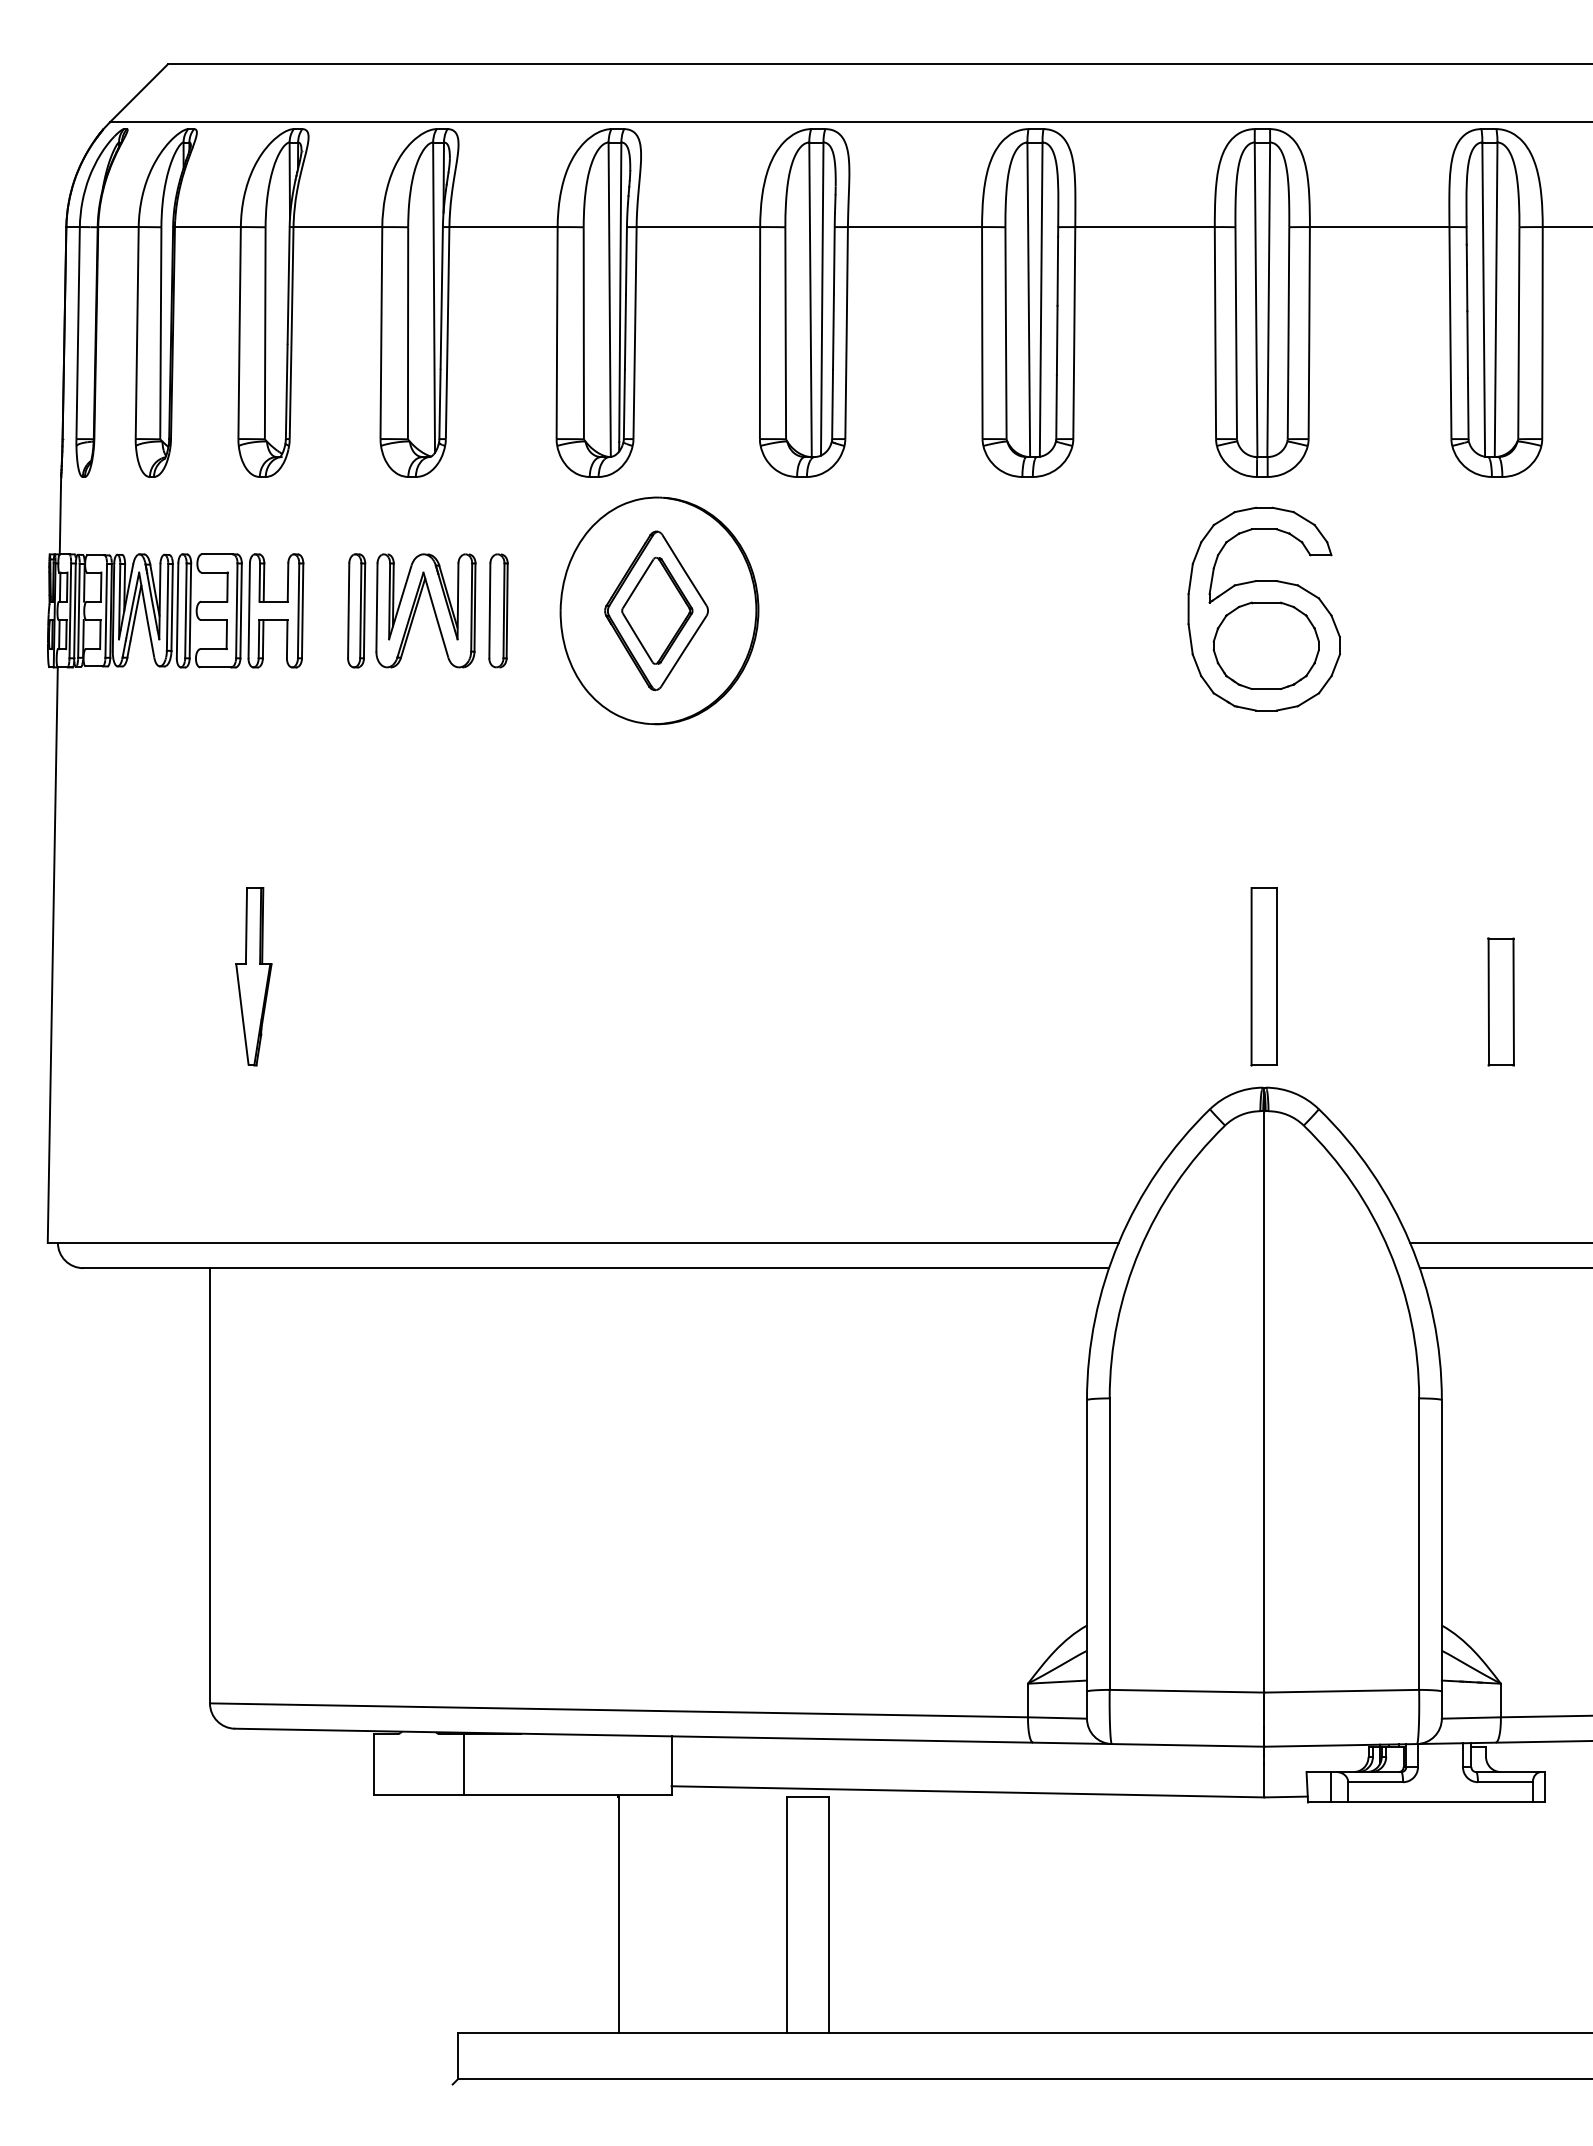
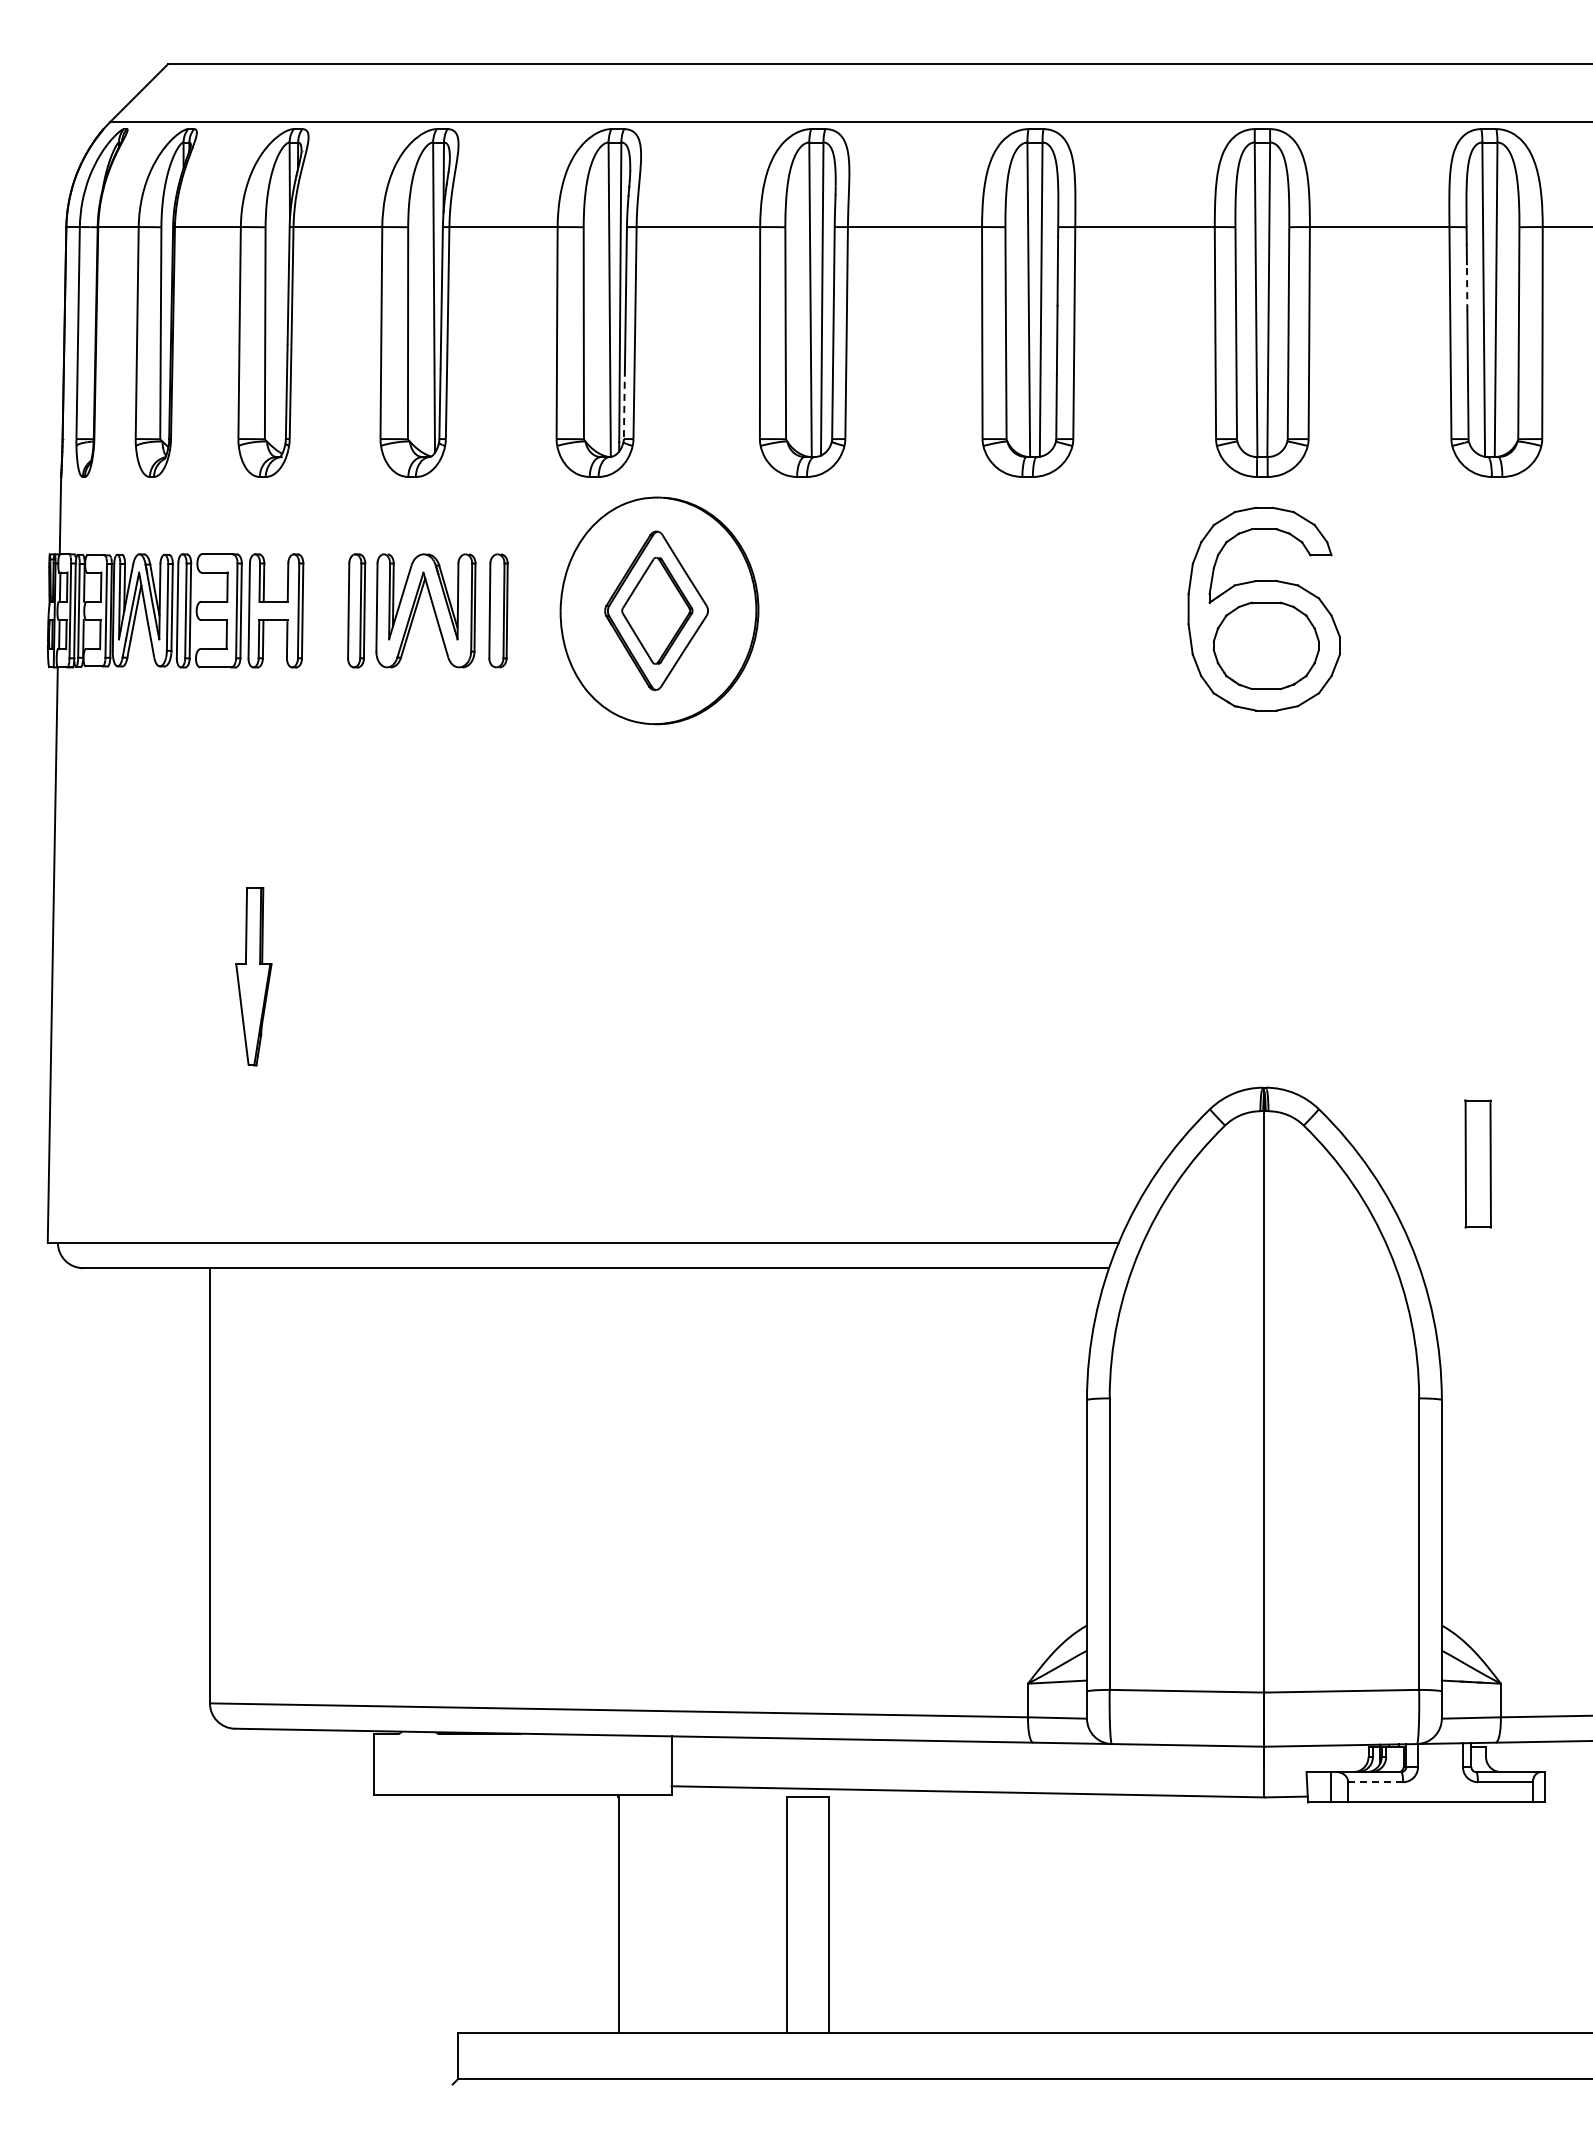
line at (1467, 287): solid -> dashed
line at (624, 404): solid -> dashed
part at (1263, 976): present -> none
part at (1500, 1001) position: (1500, 1001) -> (1477, 1163)
line at (1499, 1242): present -> none
line at (1504, 1268): present -> none
line at (463, 1764): present -> none
line at (1375, 1782): solid -> dashed
